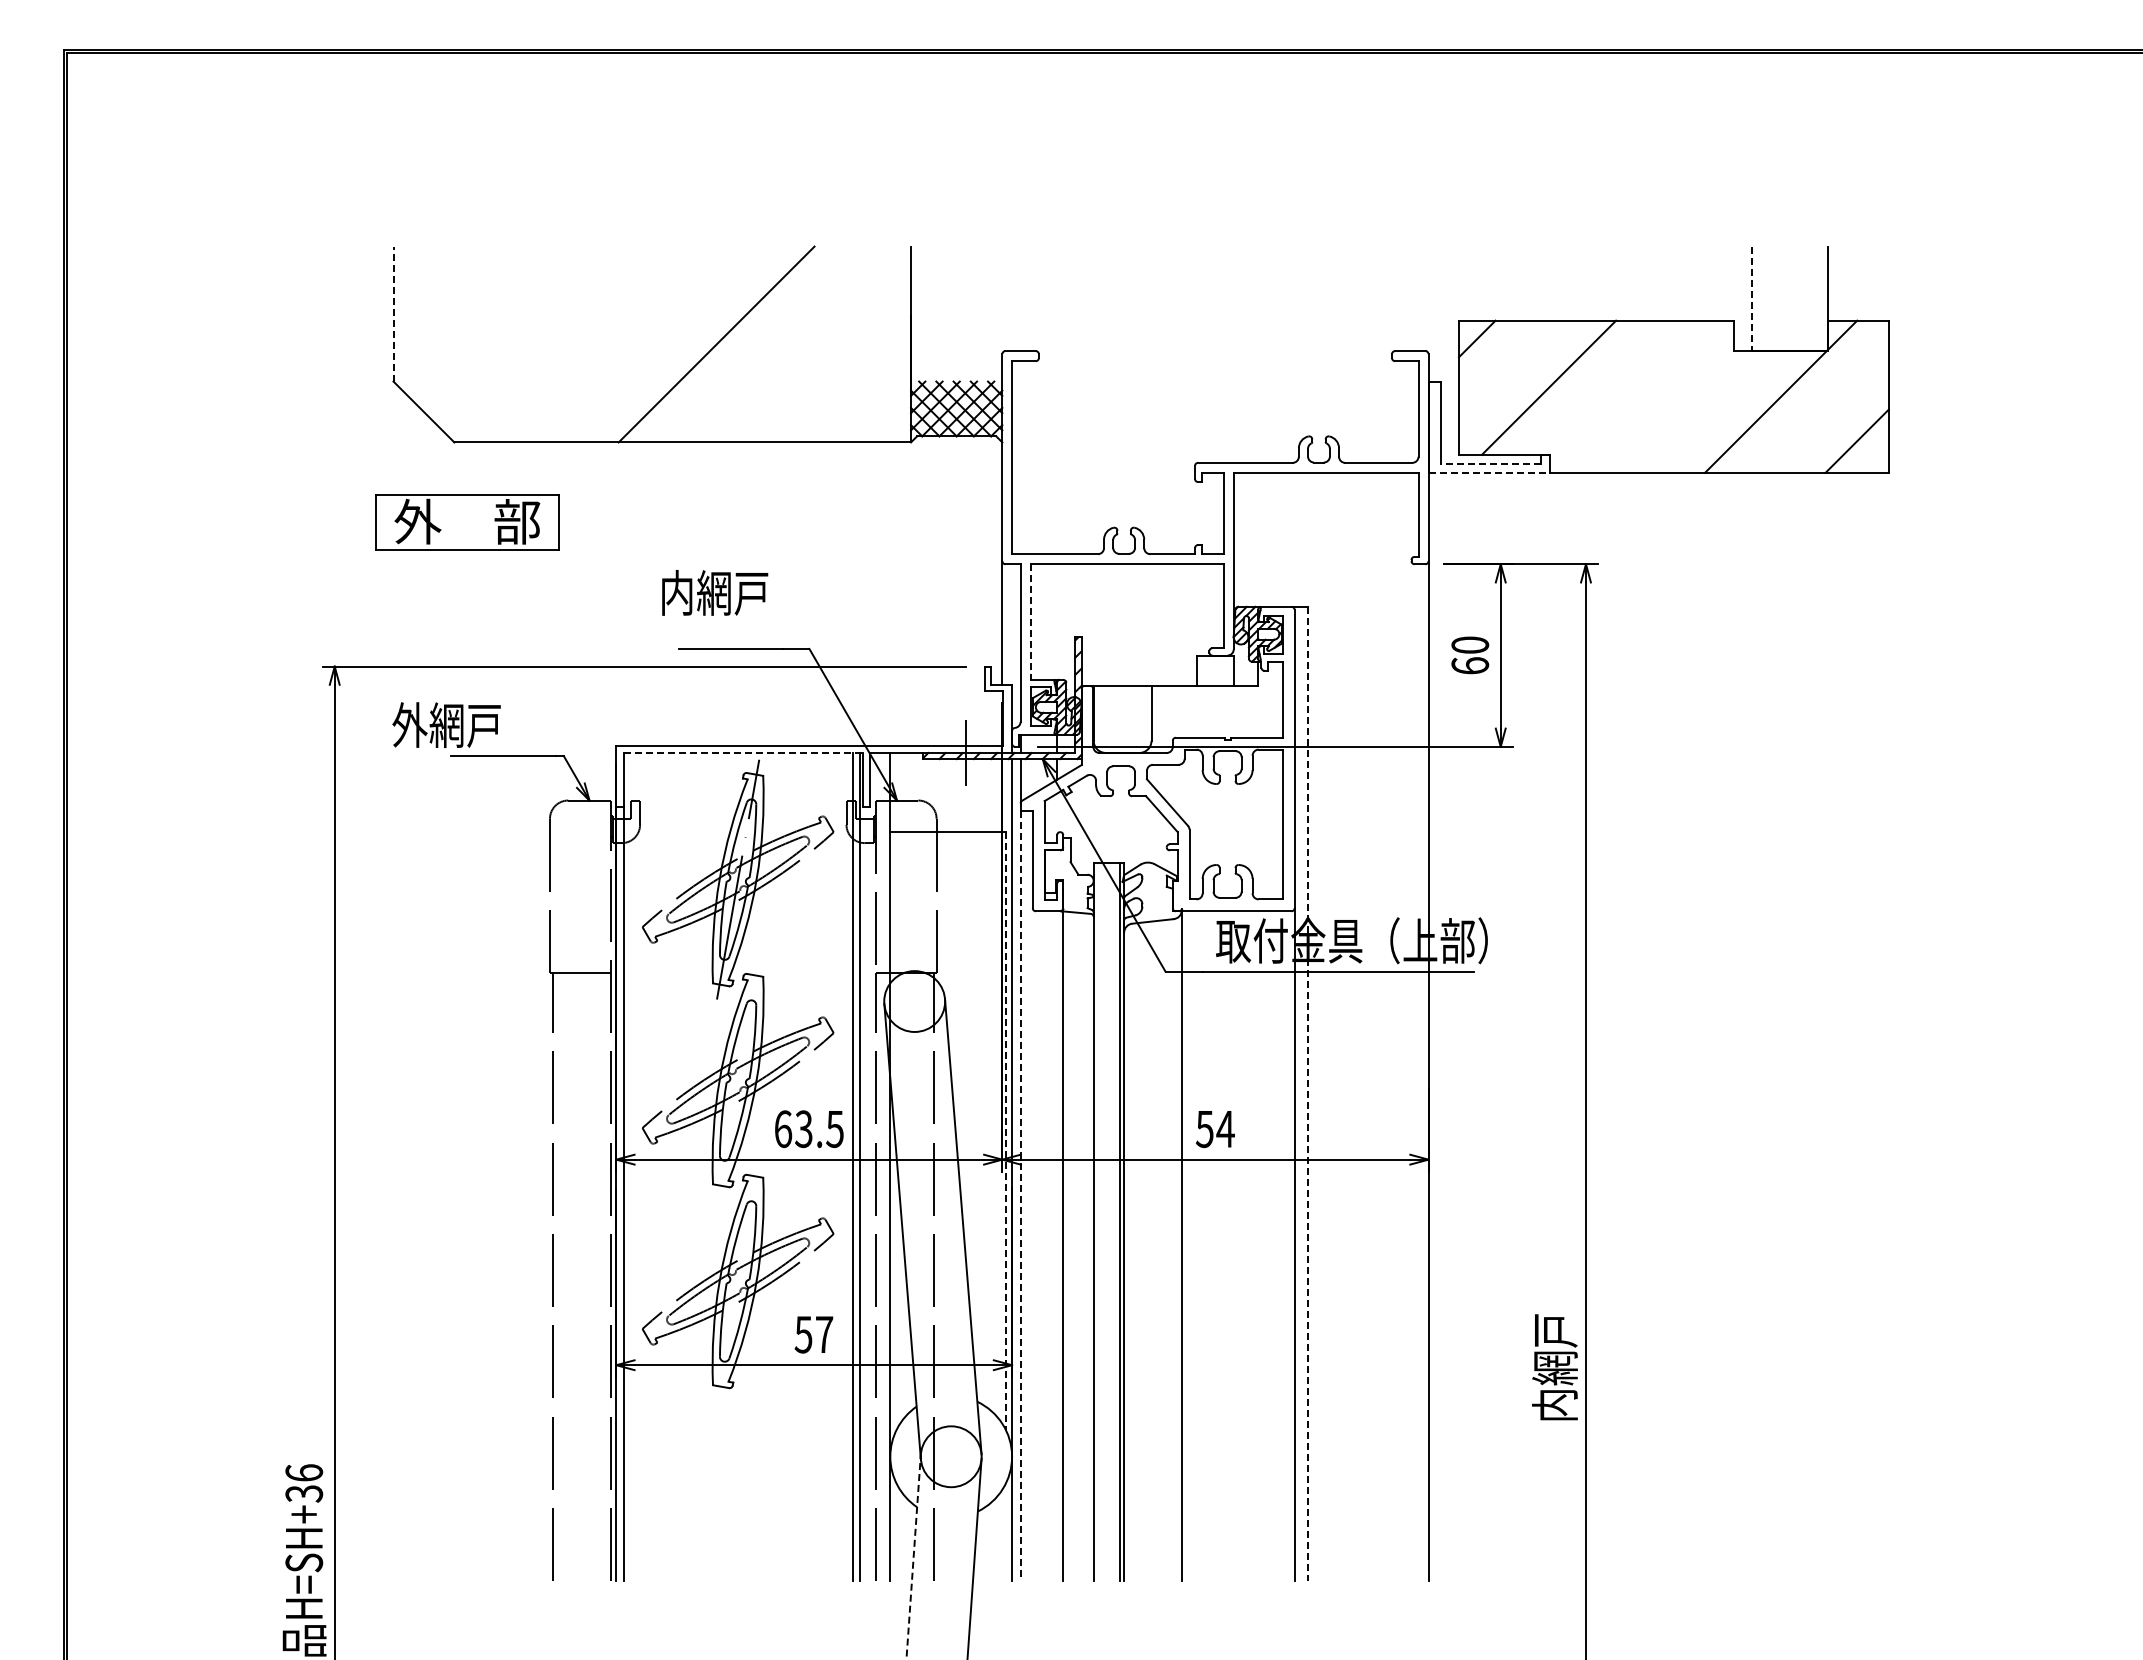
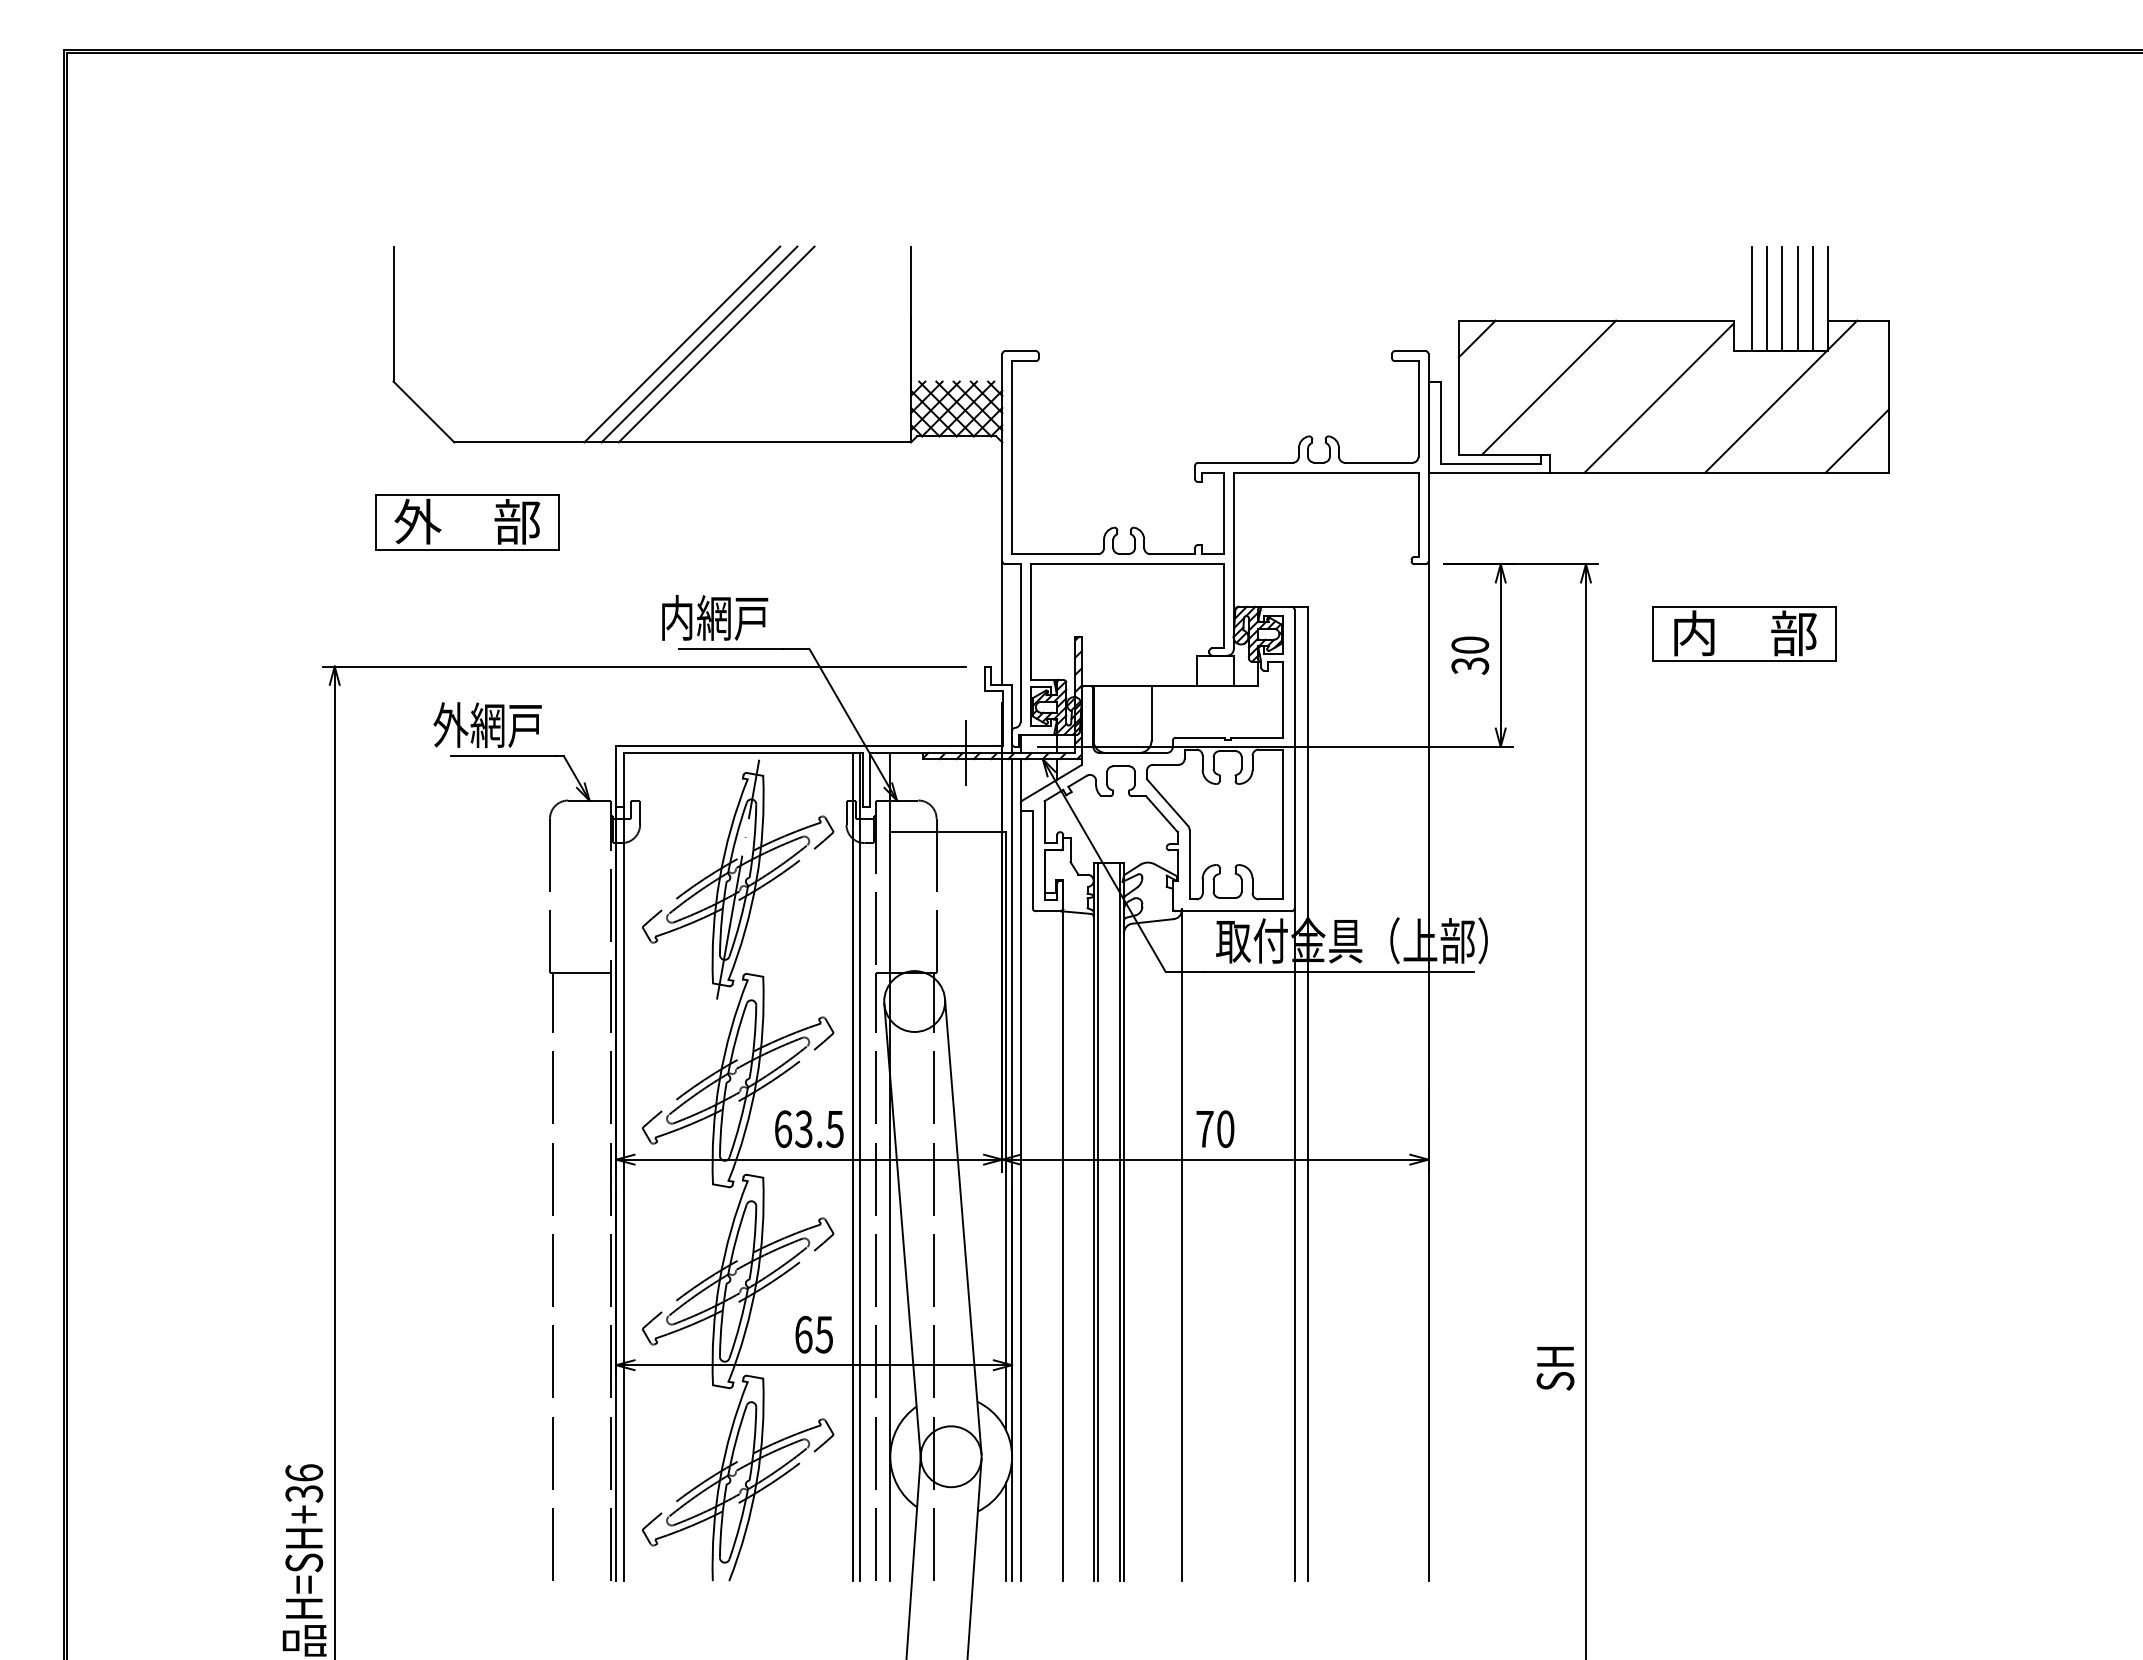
line at (1767, 298): none -> present
line at (1782, 298): none -> present
line at (1797, 298): none -> present
line at (1812, 298): none -> present
line at (1751, 299): dashed -> solid
line at (393, 313): dashed -> solid
line at (682, 344): none -> present
line at (699, 344): none -> present
line at (1658, 397): none -> present
line at (1490, 463): dashed -> solid
line at (1489, 472): dashed -> solid
text at (715, 592) position: (715, 592) -> (715, 617)
line at (1030, 622): dashed -> solid
part at (1744, 633): none -> present
text at (1470, 665): 60 -> 30
text at (446, 724) position: (446, 724) -> (487, 724)
line at (743, 752): dashed -> solid
line at (1308, 1094): dashed -> solid
text at (1214, 1129): 54 -> 70
line at (1006, 1131): dashed -> solid
line at (1020, 1196): dashed -> solid
line at (1097, 1221): none -> present
text at (813, 1334): 57 -> 65
text at (1554, 1367): 内網戸 -> SH
part at (737, 1477): none -> present
line at (1006, 1532): none -> present
line at (913, 1557): dashed -> solid
